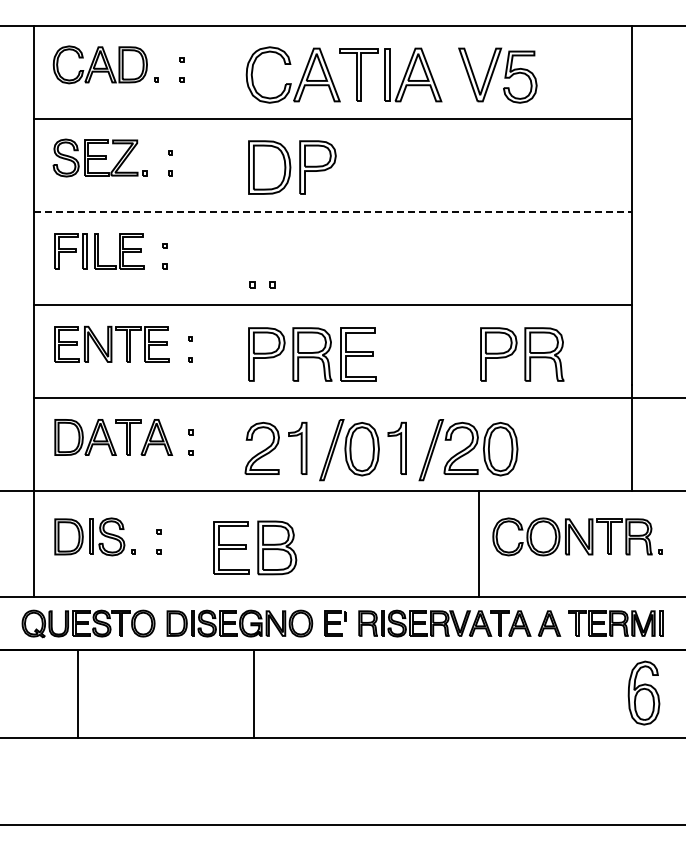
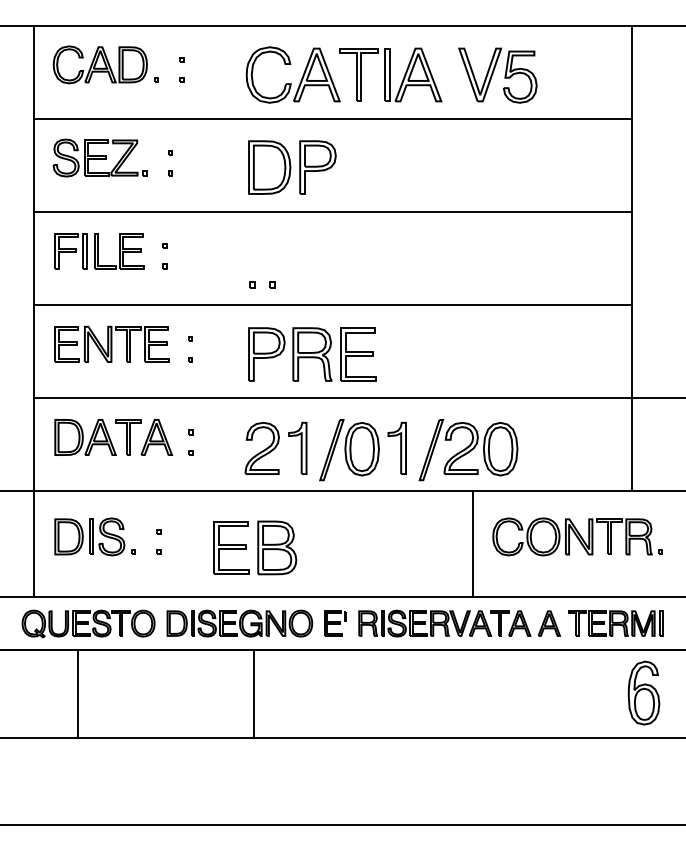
line at (332, 211): dashed -> solid
part at (522, 354): present -> none
line at (479, 543) position: (479, 543) -> (473, 543)
